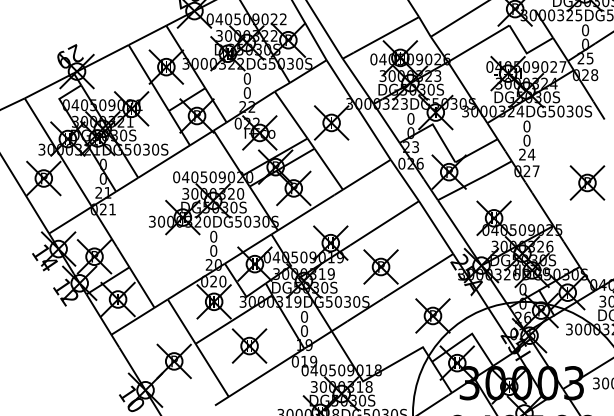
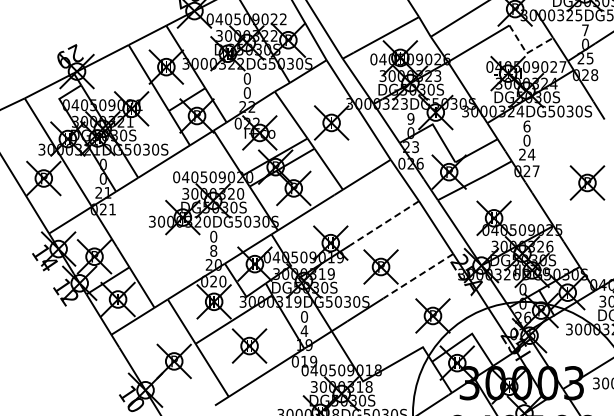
text at (585, 30): 0 -> 7
line at (526, 53): solid -> dashed
text at (410, 118): 0 -> 9
text at (526, 126): 0 -> 6
line at (384, 223): solid -> dashed
text at (213, 250): 0 -> 8
line at (417, 276): solid -> dashed
text at (304, 331): 0 -> 4
